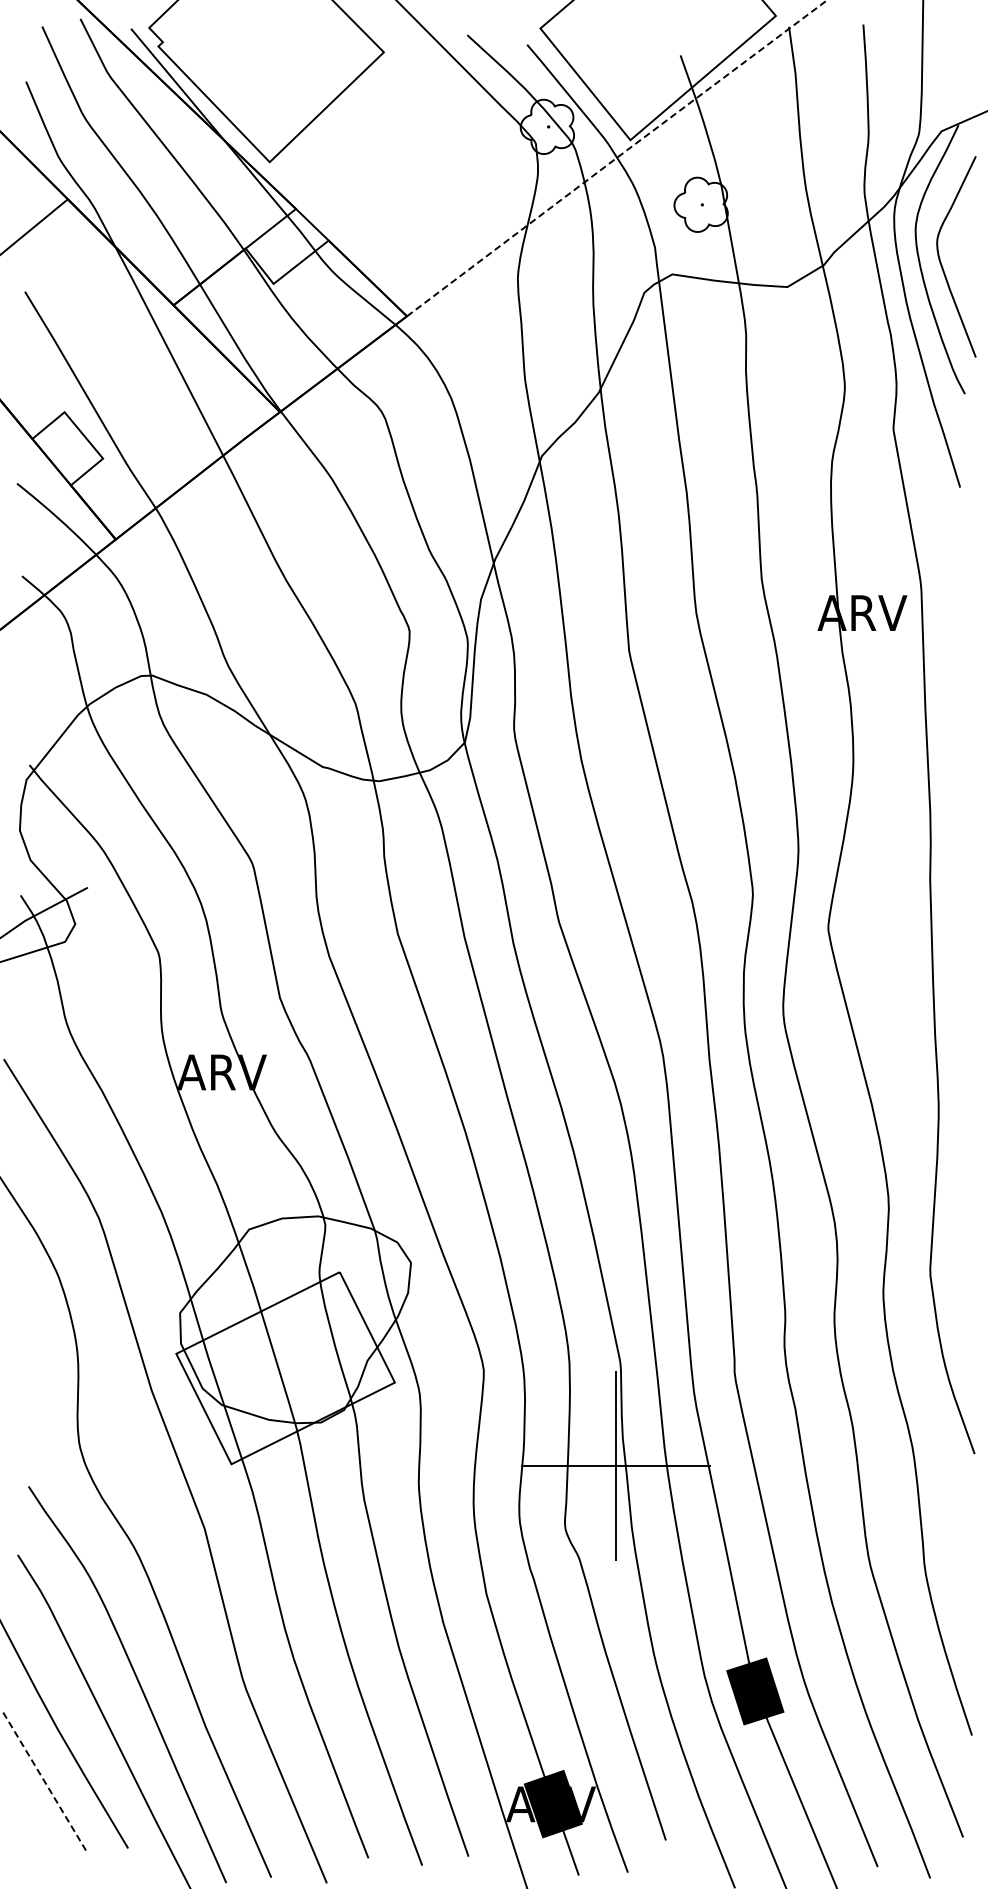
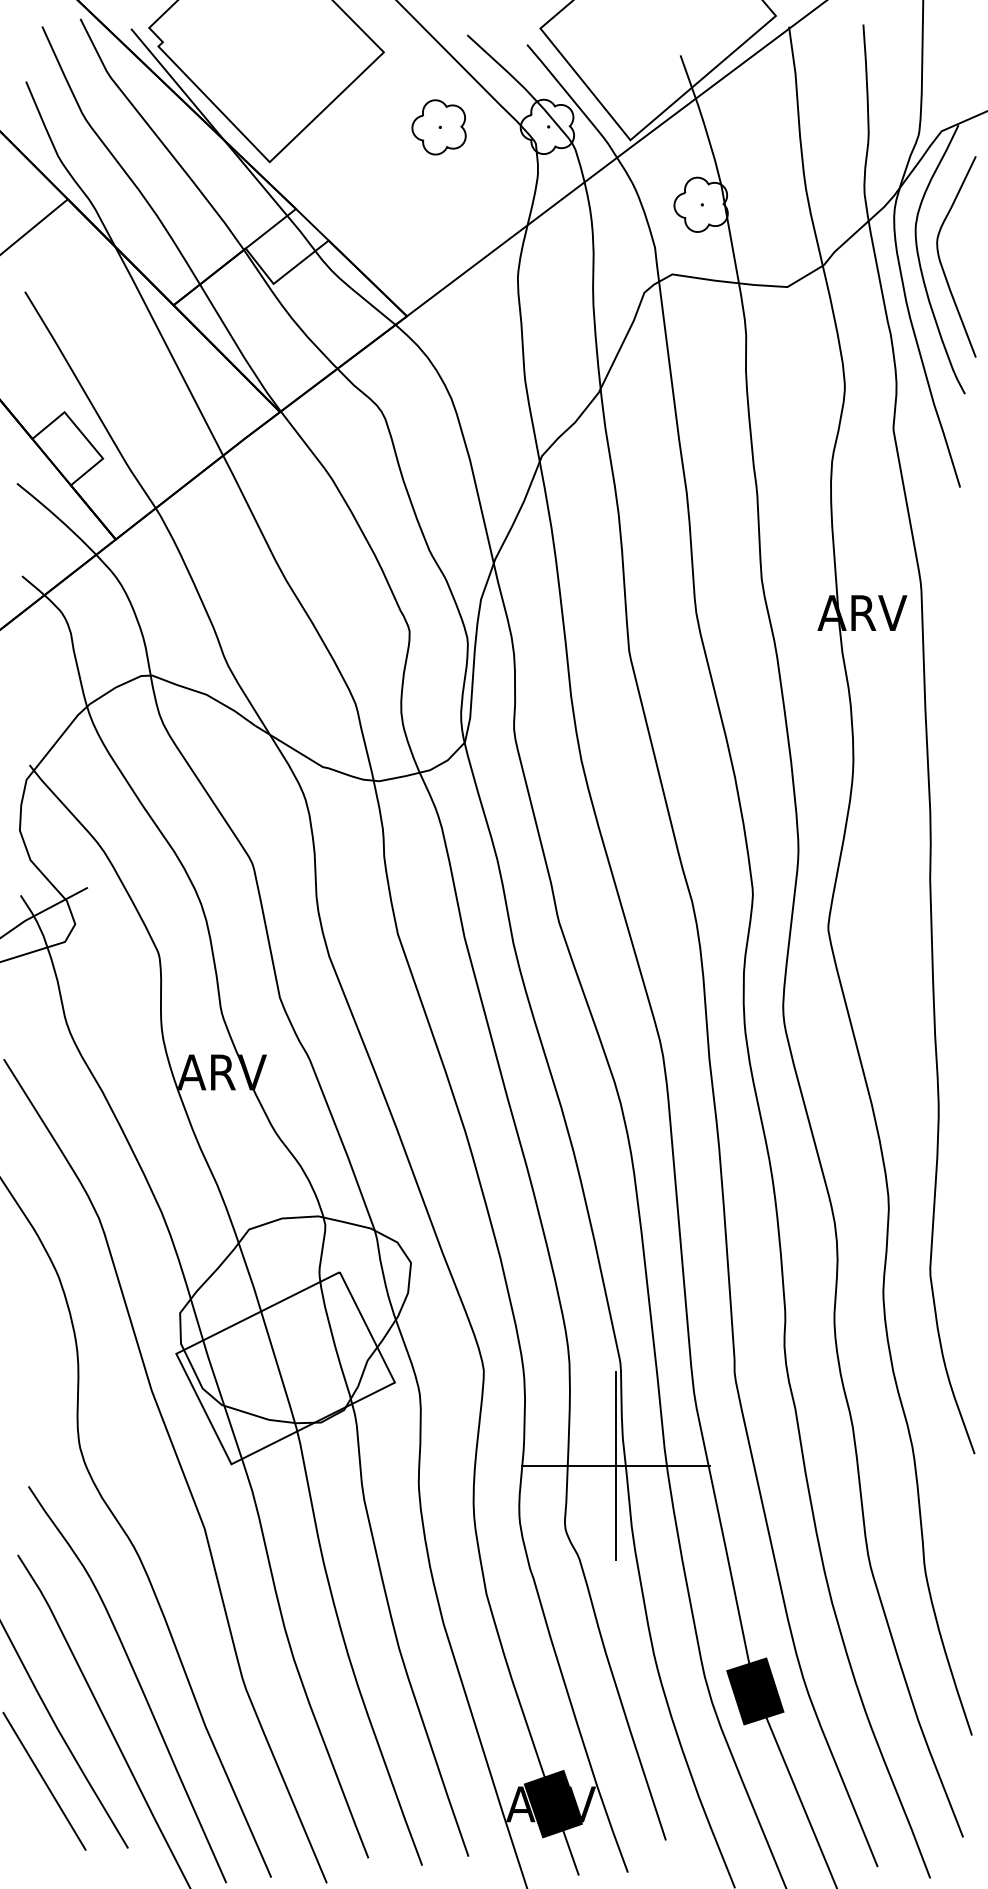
part at (438, 127): none -> present
line at (617, 157): dashed -> solid
line at (44, 1781): dashed -> solid
